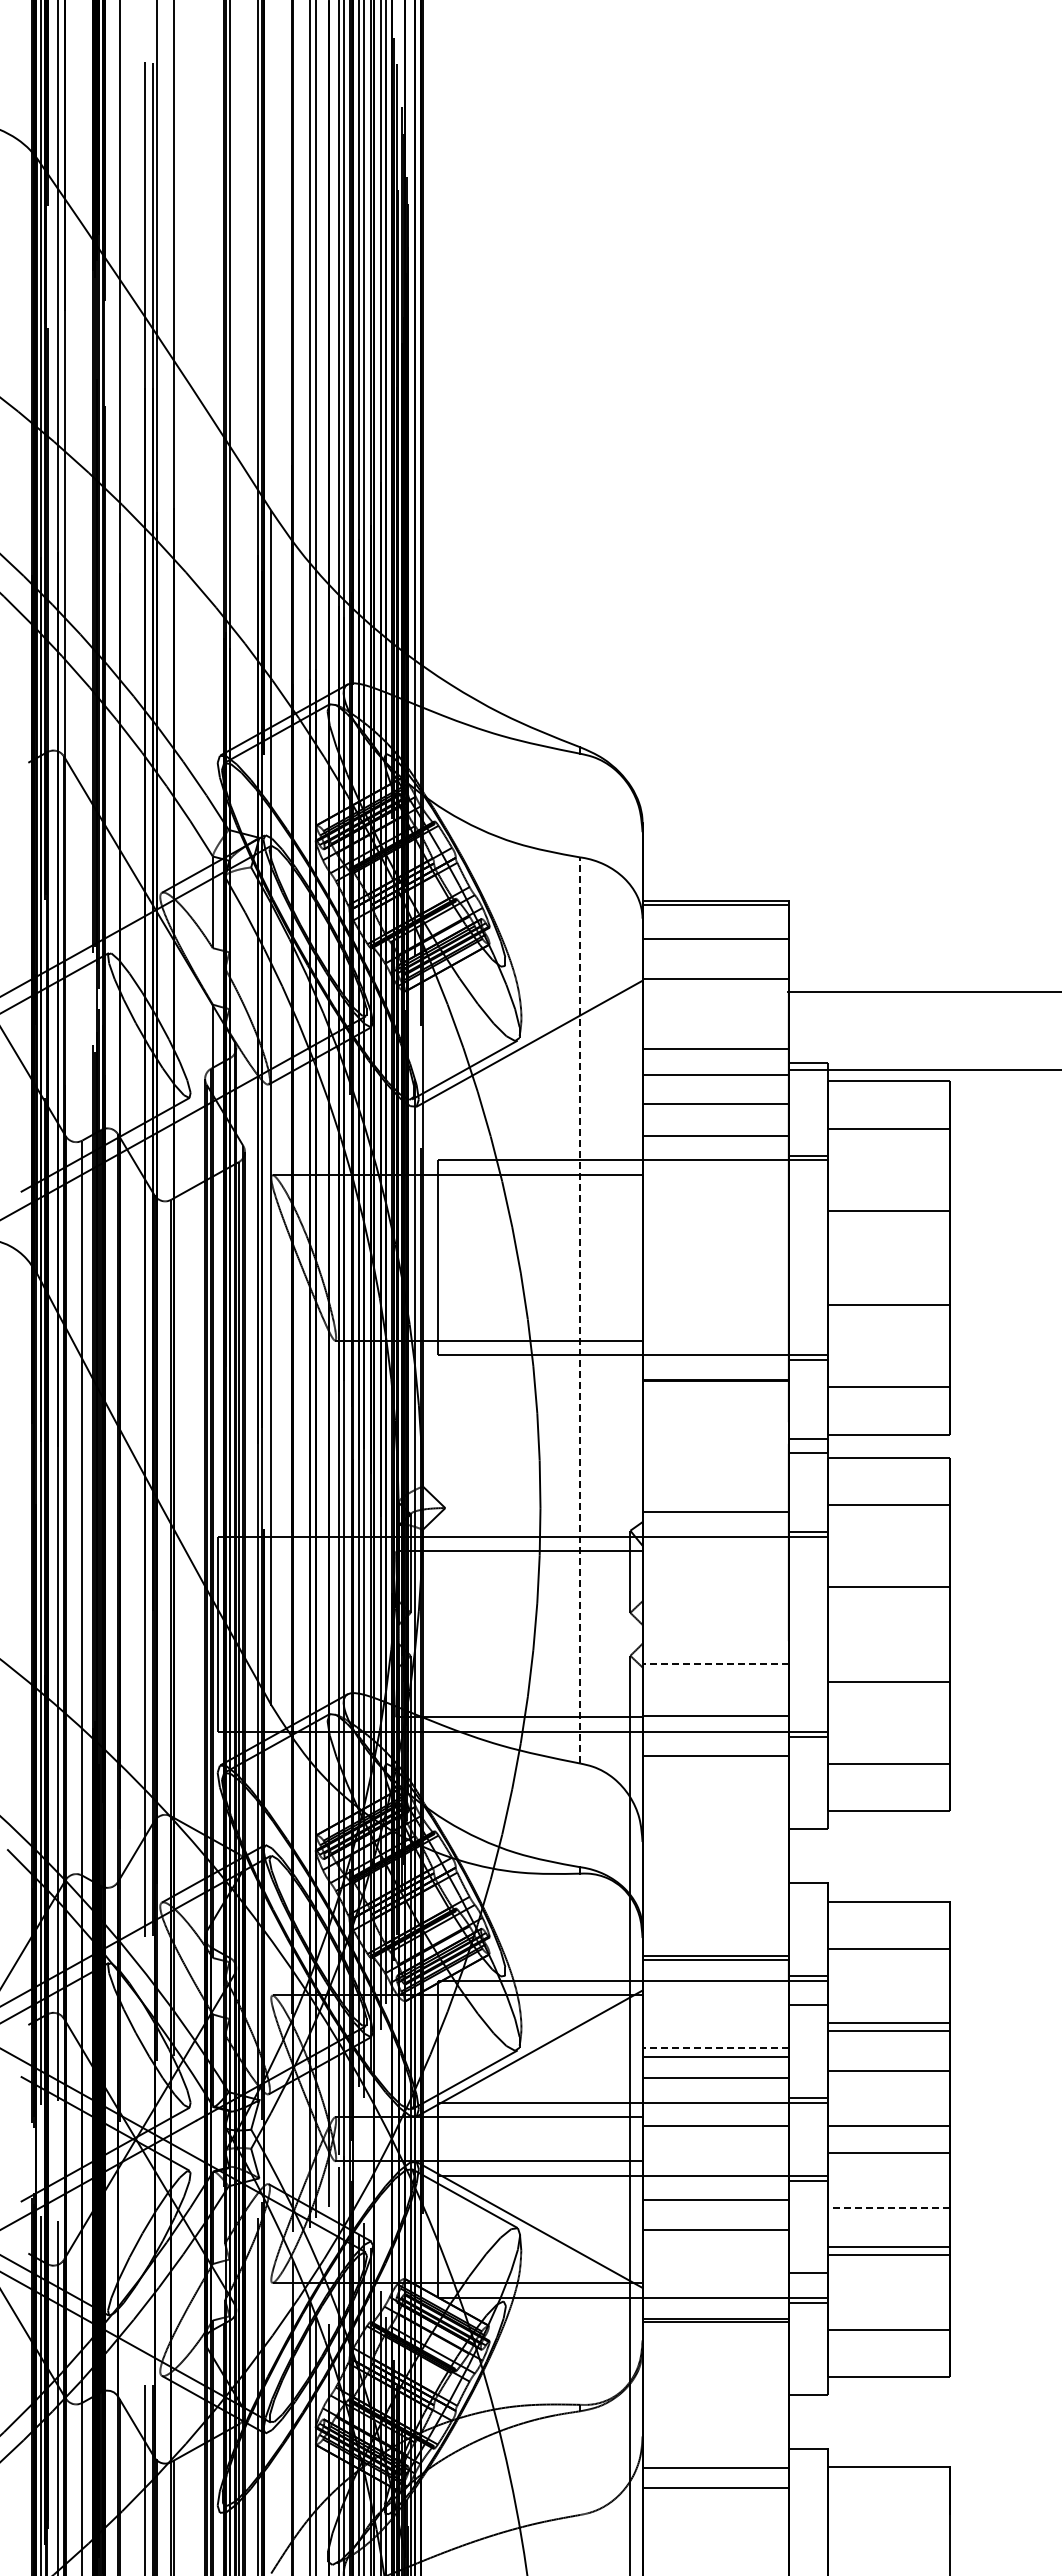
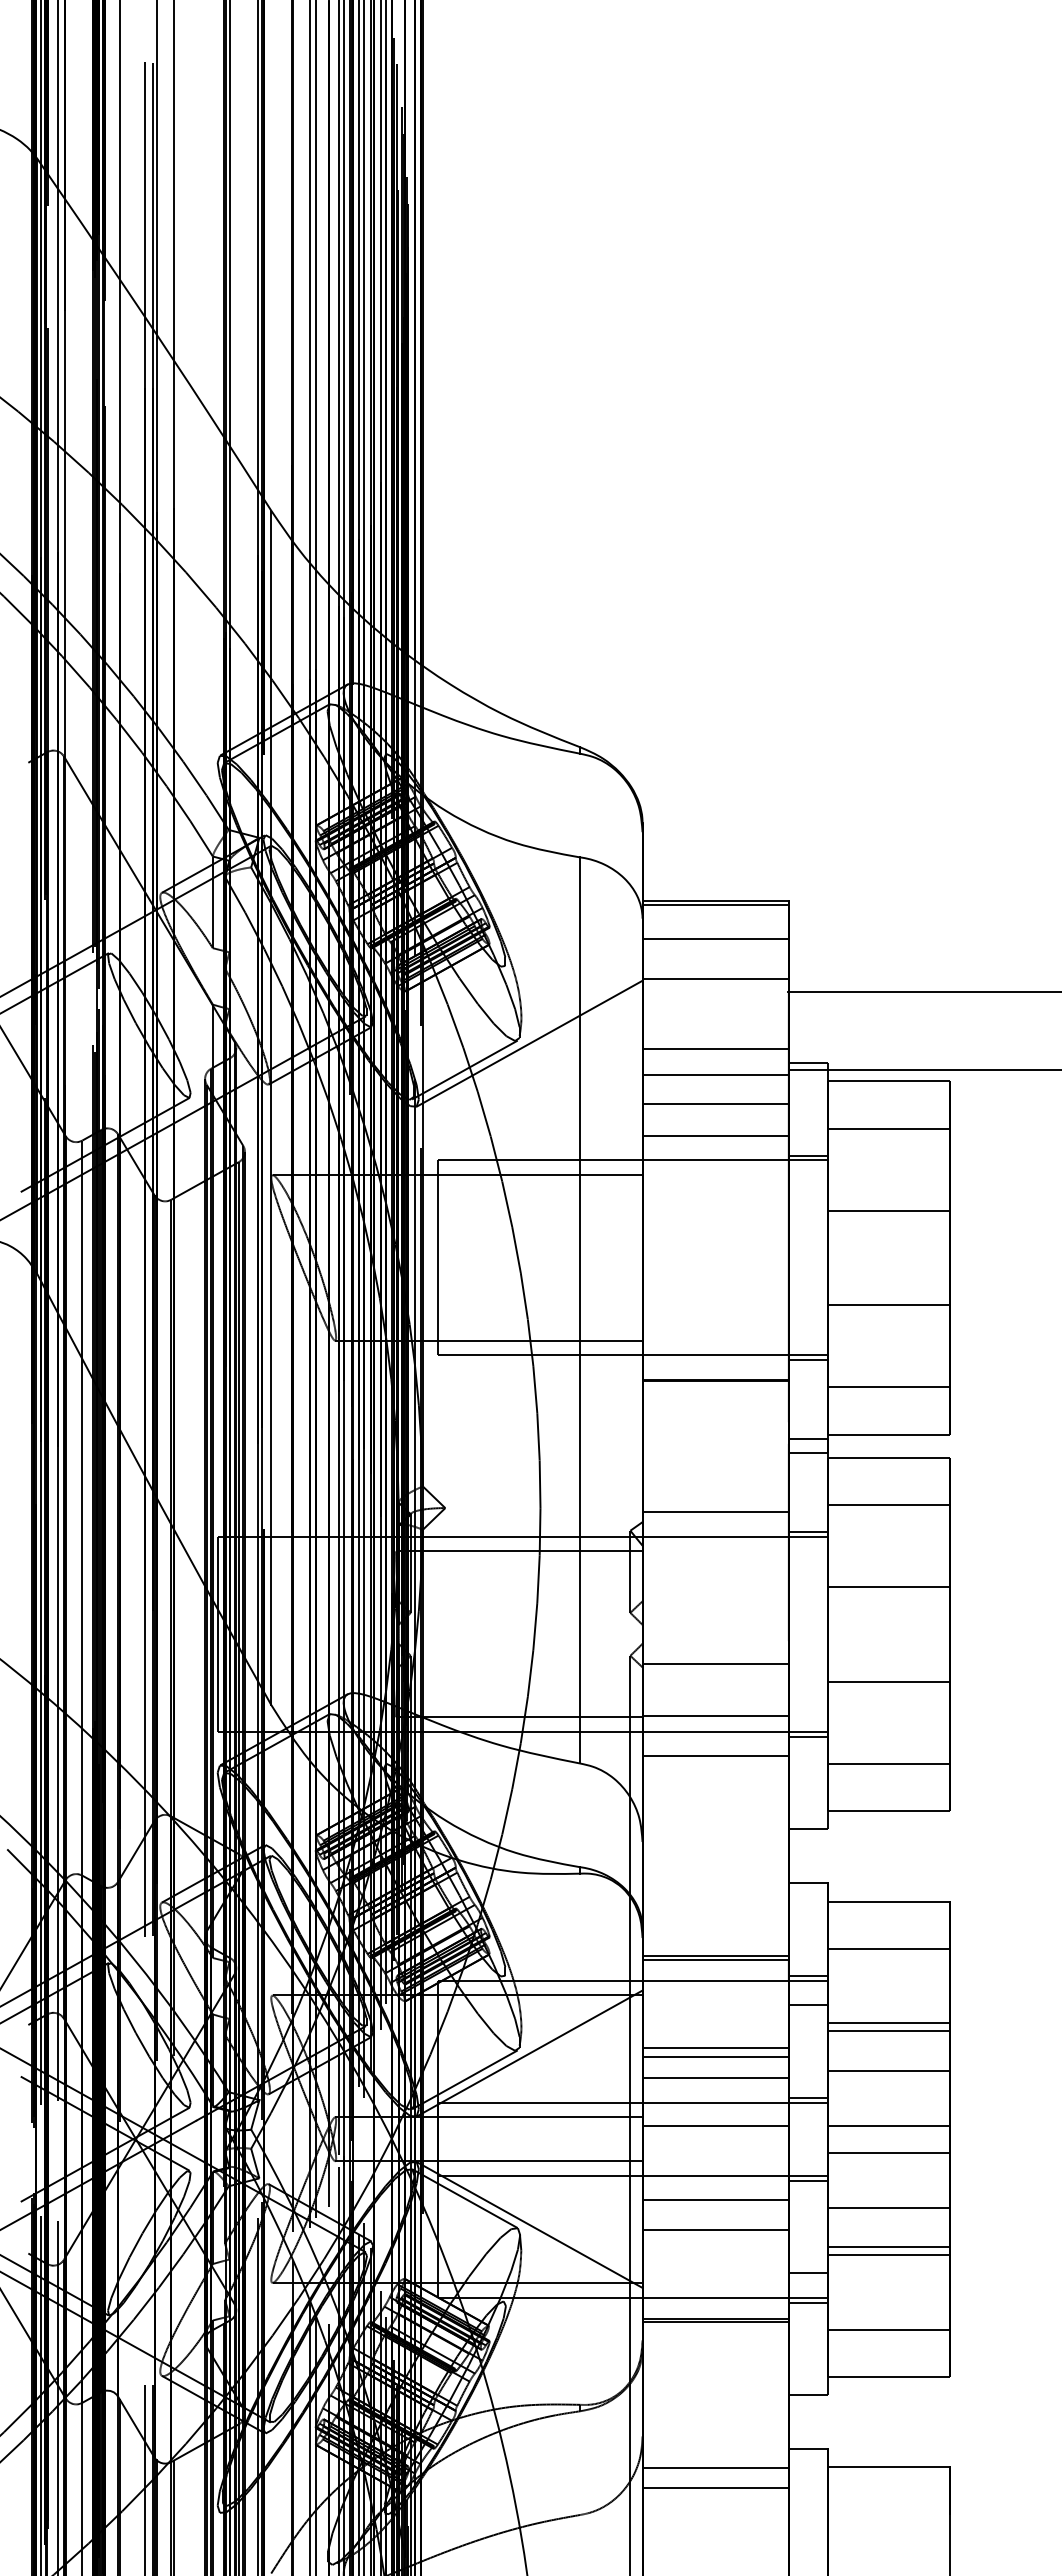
line at (580, 1309): dashed -> solid
line at (715, 1663): dashed -> solid
line at (715, 2048): dashed -> solid
line at (888, 2207): dashed -> solid
